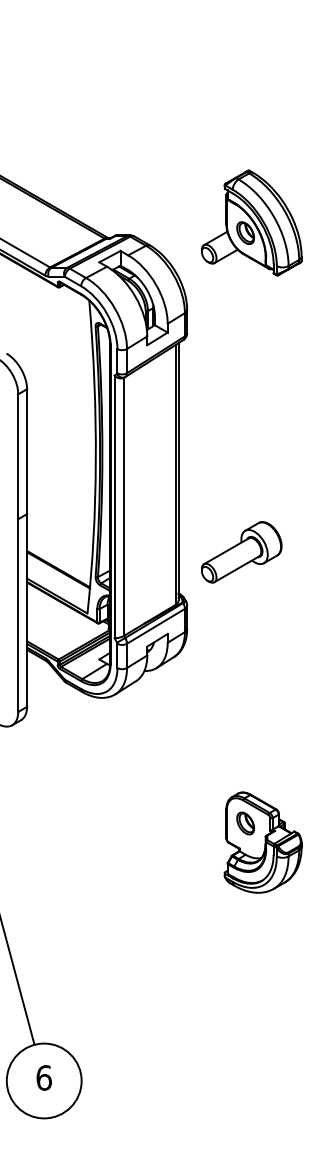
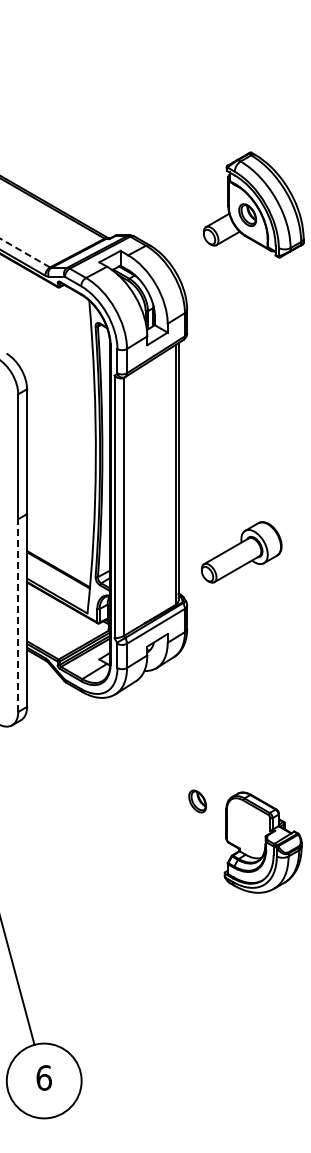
part at (251, 222) position: (251, 222) -> (253, 204)
line at (25, 252): solid -> dashed
line at (18, 615): solid -> dashed
part at (245, 823) position: (245, 823) -> (197, 801)
